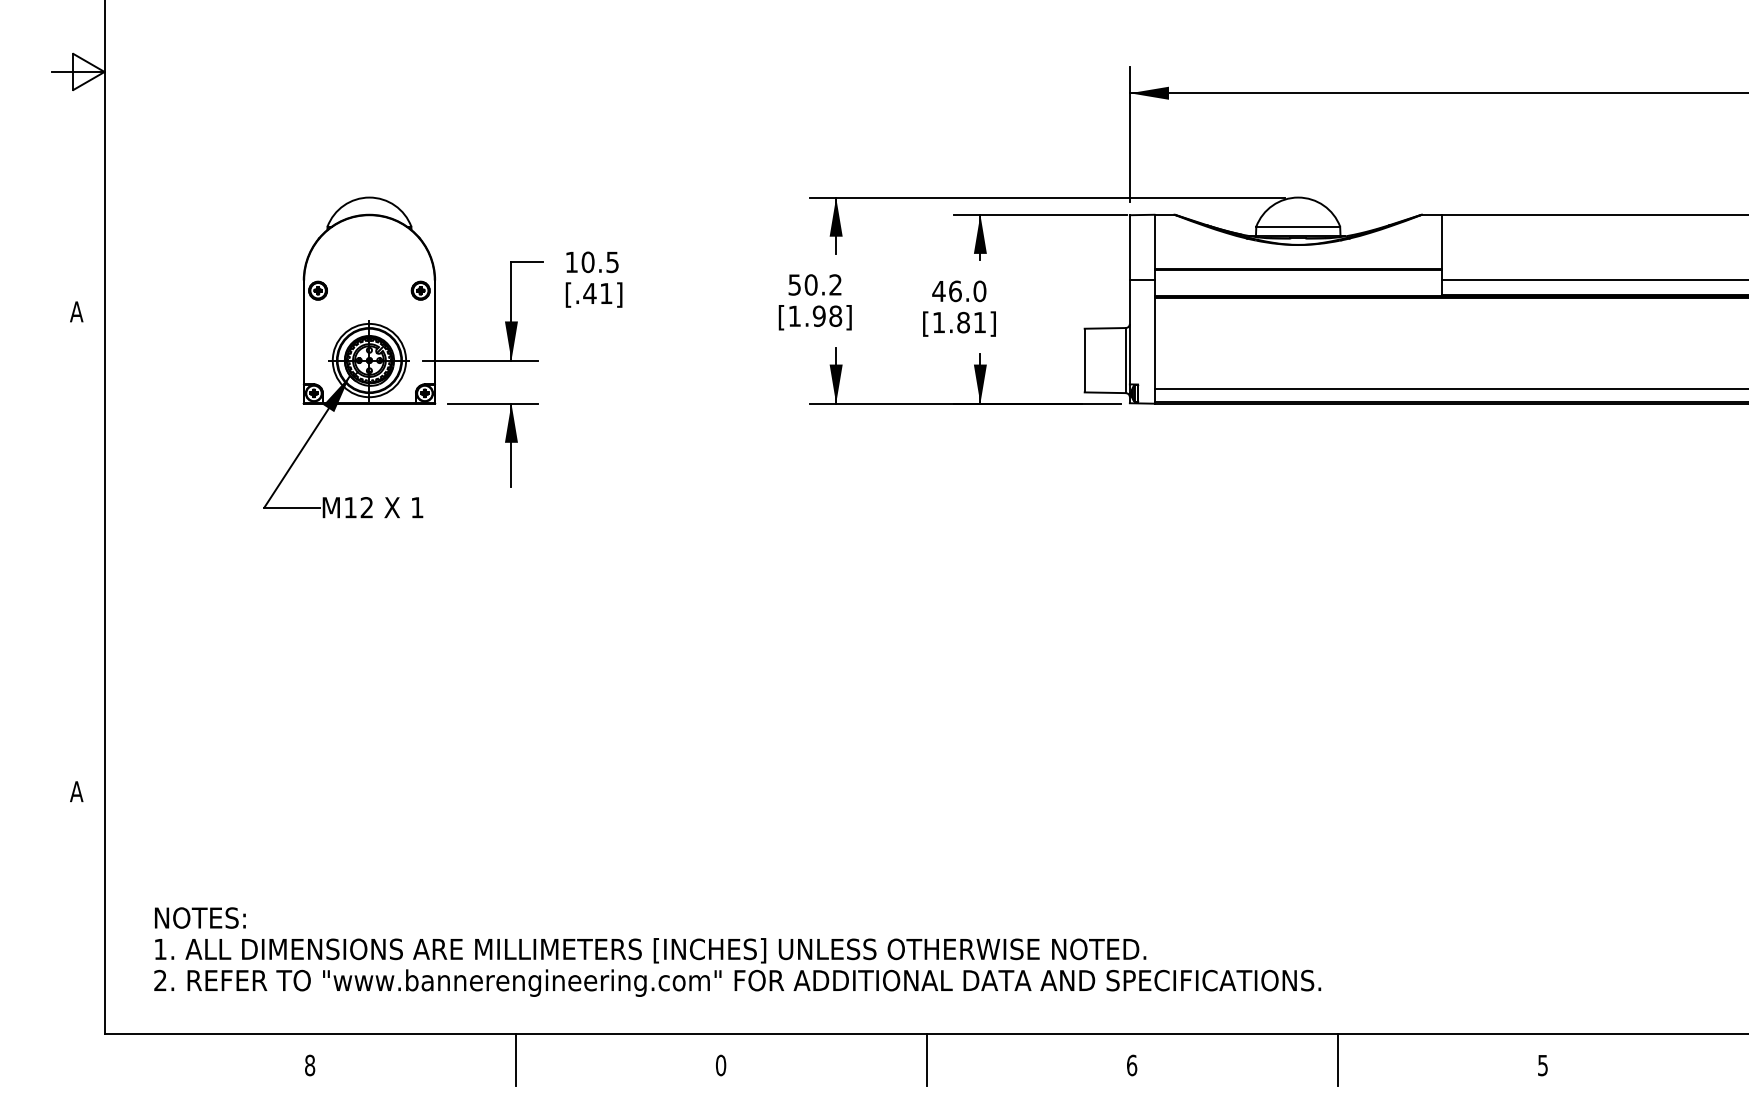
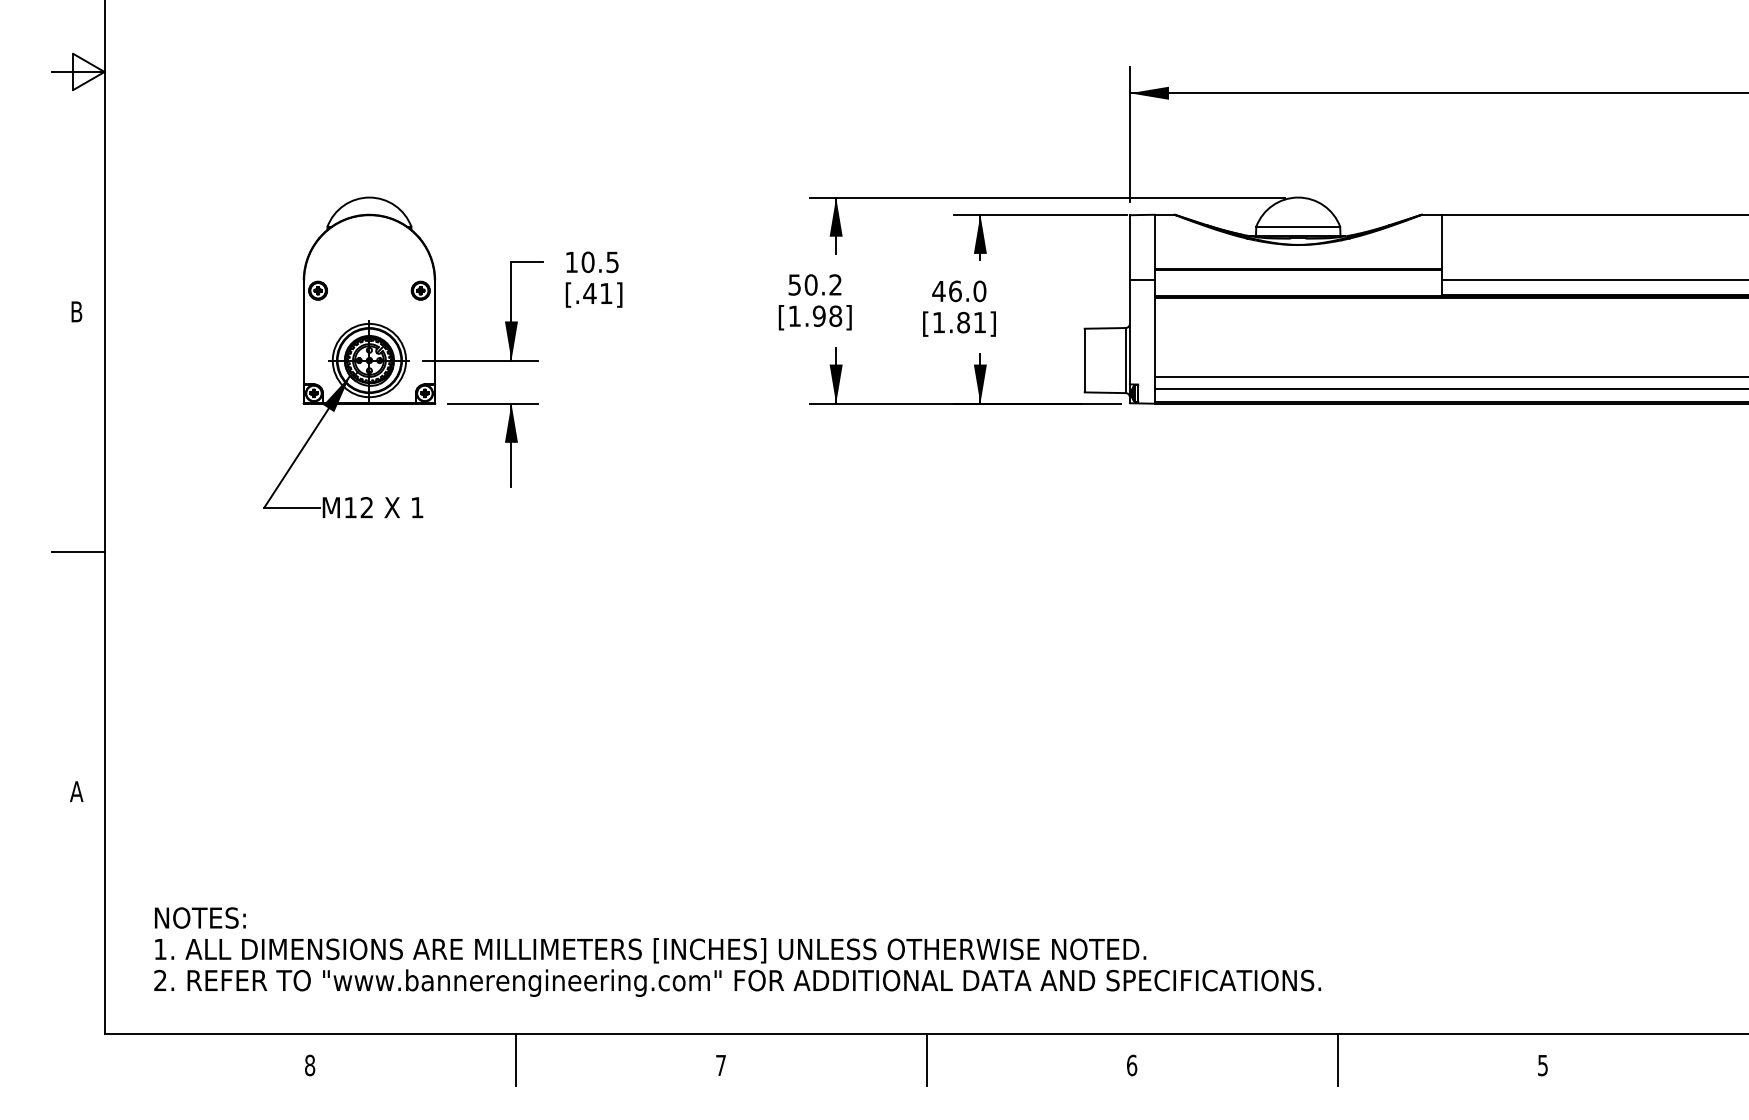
text at (76, 311): A -> B
line at (1449, 377): none -> present
line at (78, 551): none -> present
text at (721, 1065): 0 -> 7
